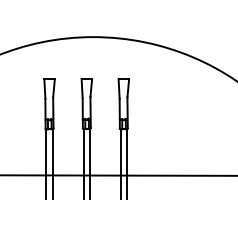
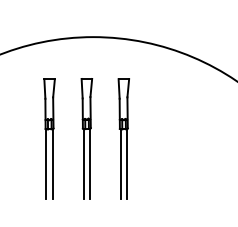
line at (118, 175): present -> none
